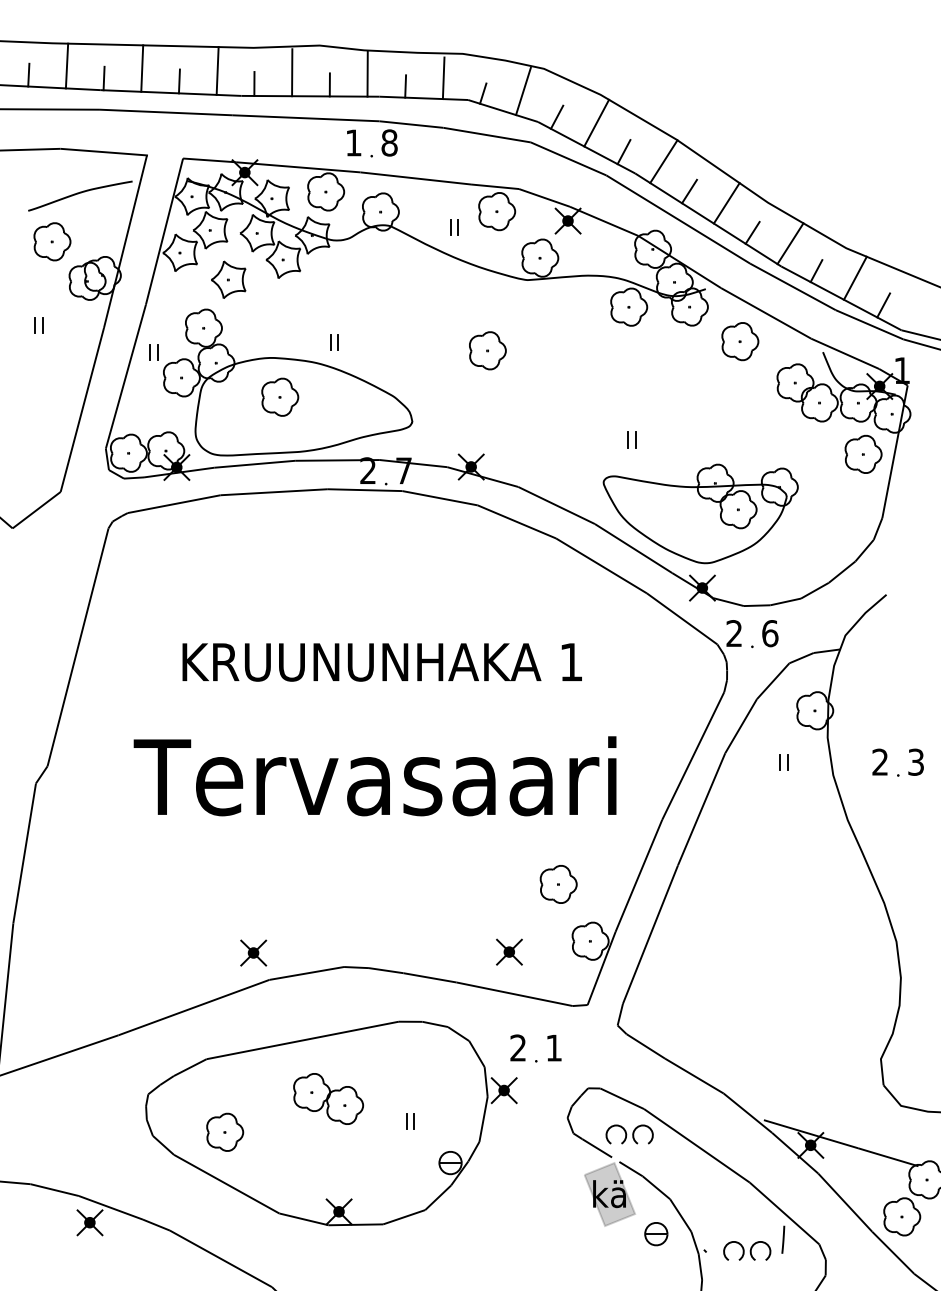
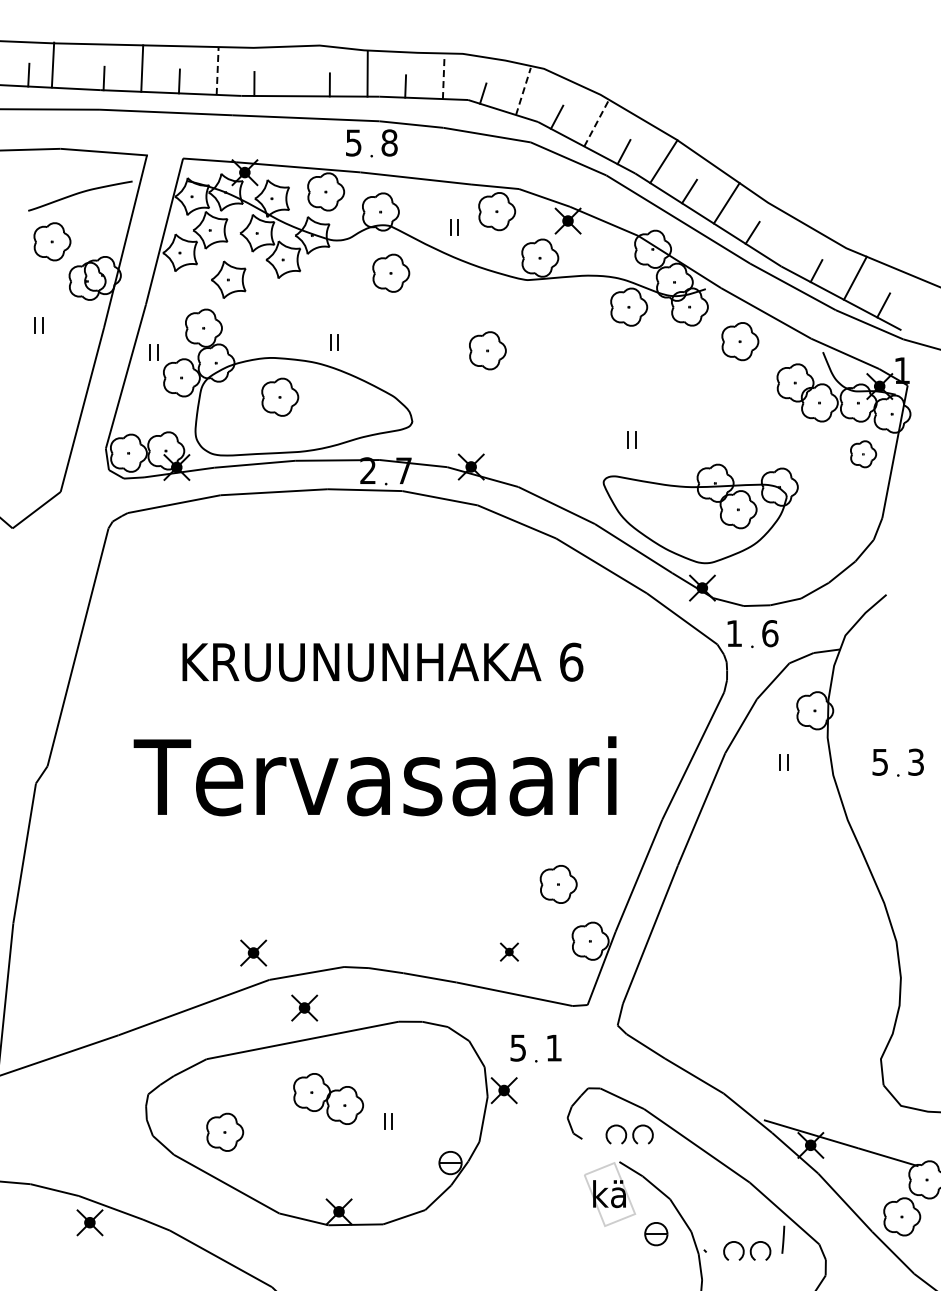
line at (66, 65) position: (66, 65) -> (52, 64)
line at (217, 70): solid -> dashed
line at (292, 72): present -> none
line at (443, 78): solid -> dashed
line at (523, 91): solid -> dashed
line at (596, 122): solid -> dashed
text at (353, 142): 1 -> 5
line at (790, 243): present -> none
part at (391, 272): none -> present
line at (919, 334): present -> none
part at (863, 453) size: 39x40 px -> 28x29 px
text at (733, 633): 2 -> 1
text at (571, 661): 1 -> 6
text at (879, 761): 2 -> 5
part at (509, 951) size: 27x28 px -> 20x20 px
part at (304, 1007): none -> present
text at (517, 1047): 2 -> 5
part at (410, 1121) position: (410, 1121) -> (388, 1121)
line at (597, 1148): present -> none
fill at (609, 1194): present -> none
